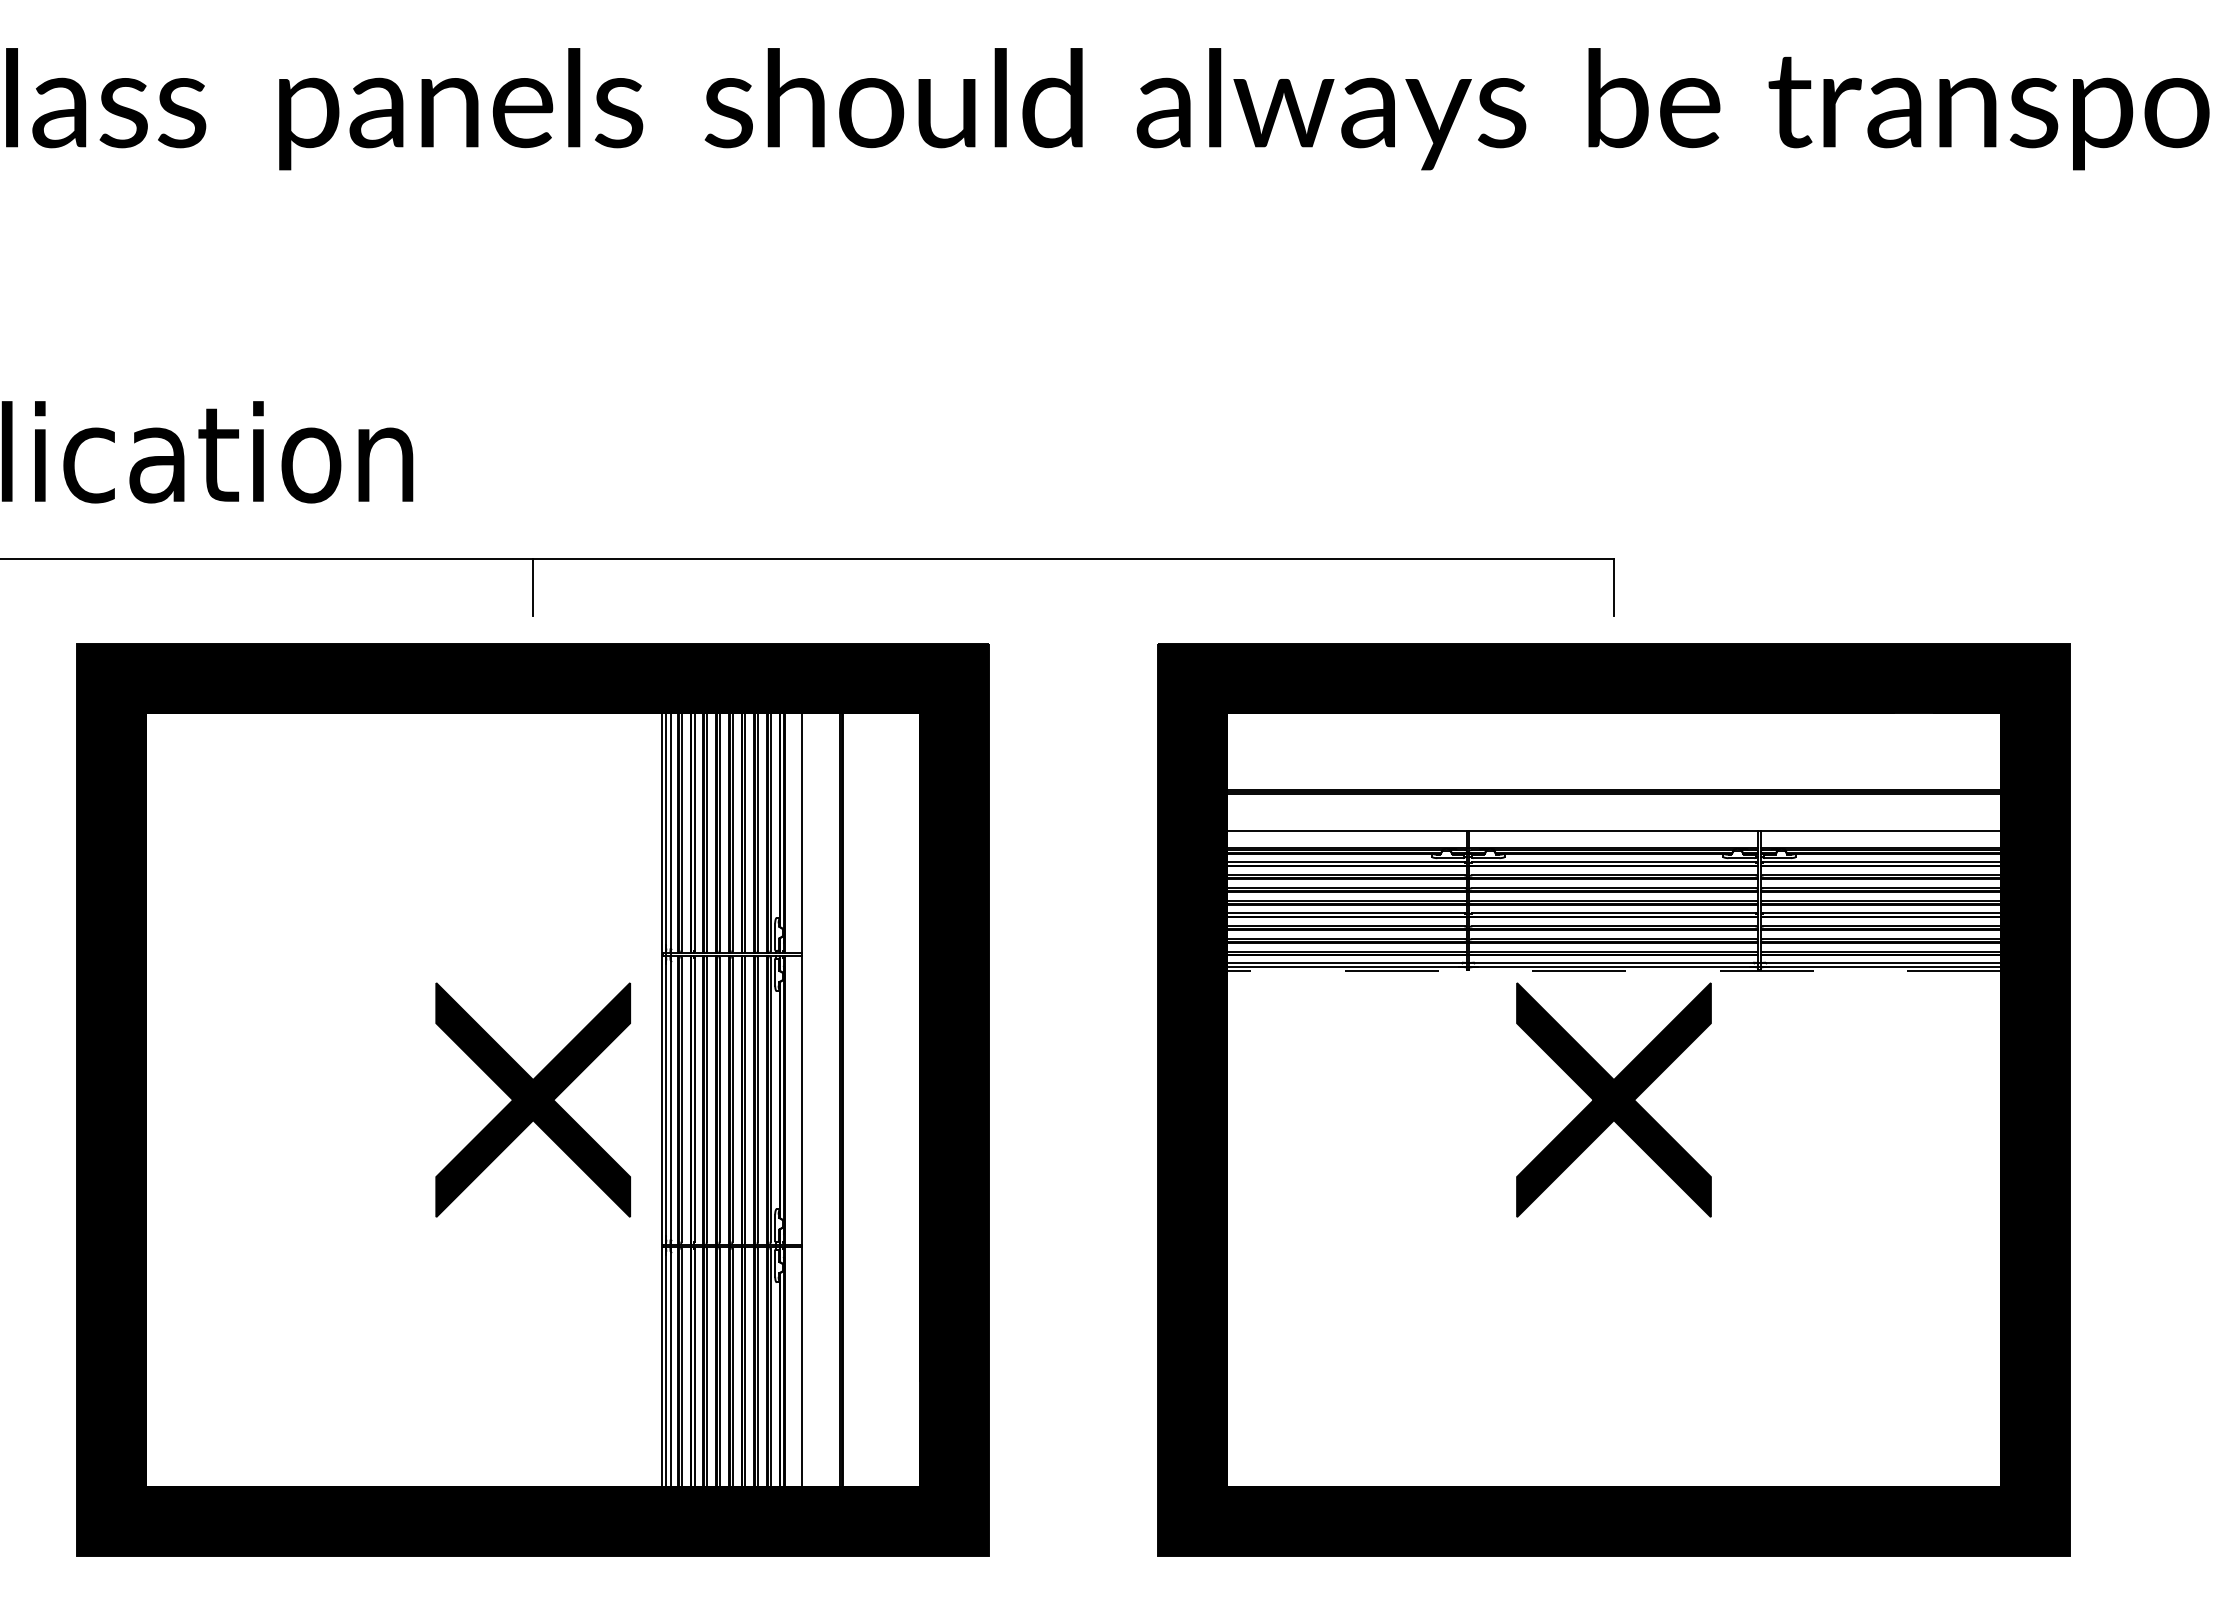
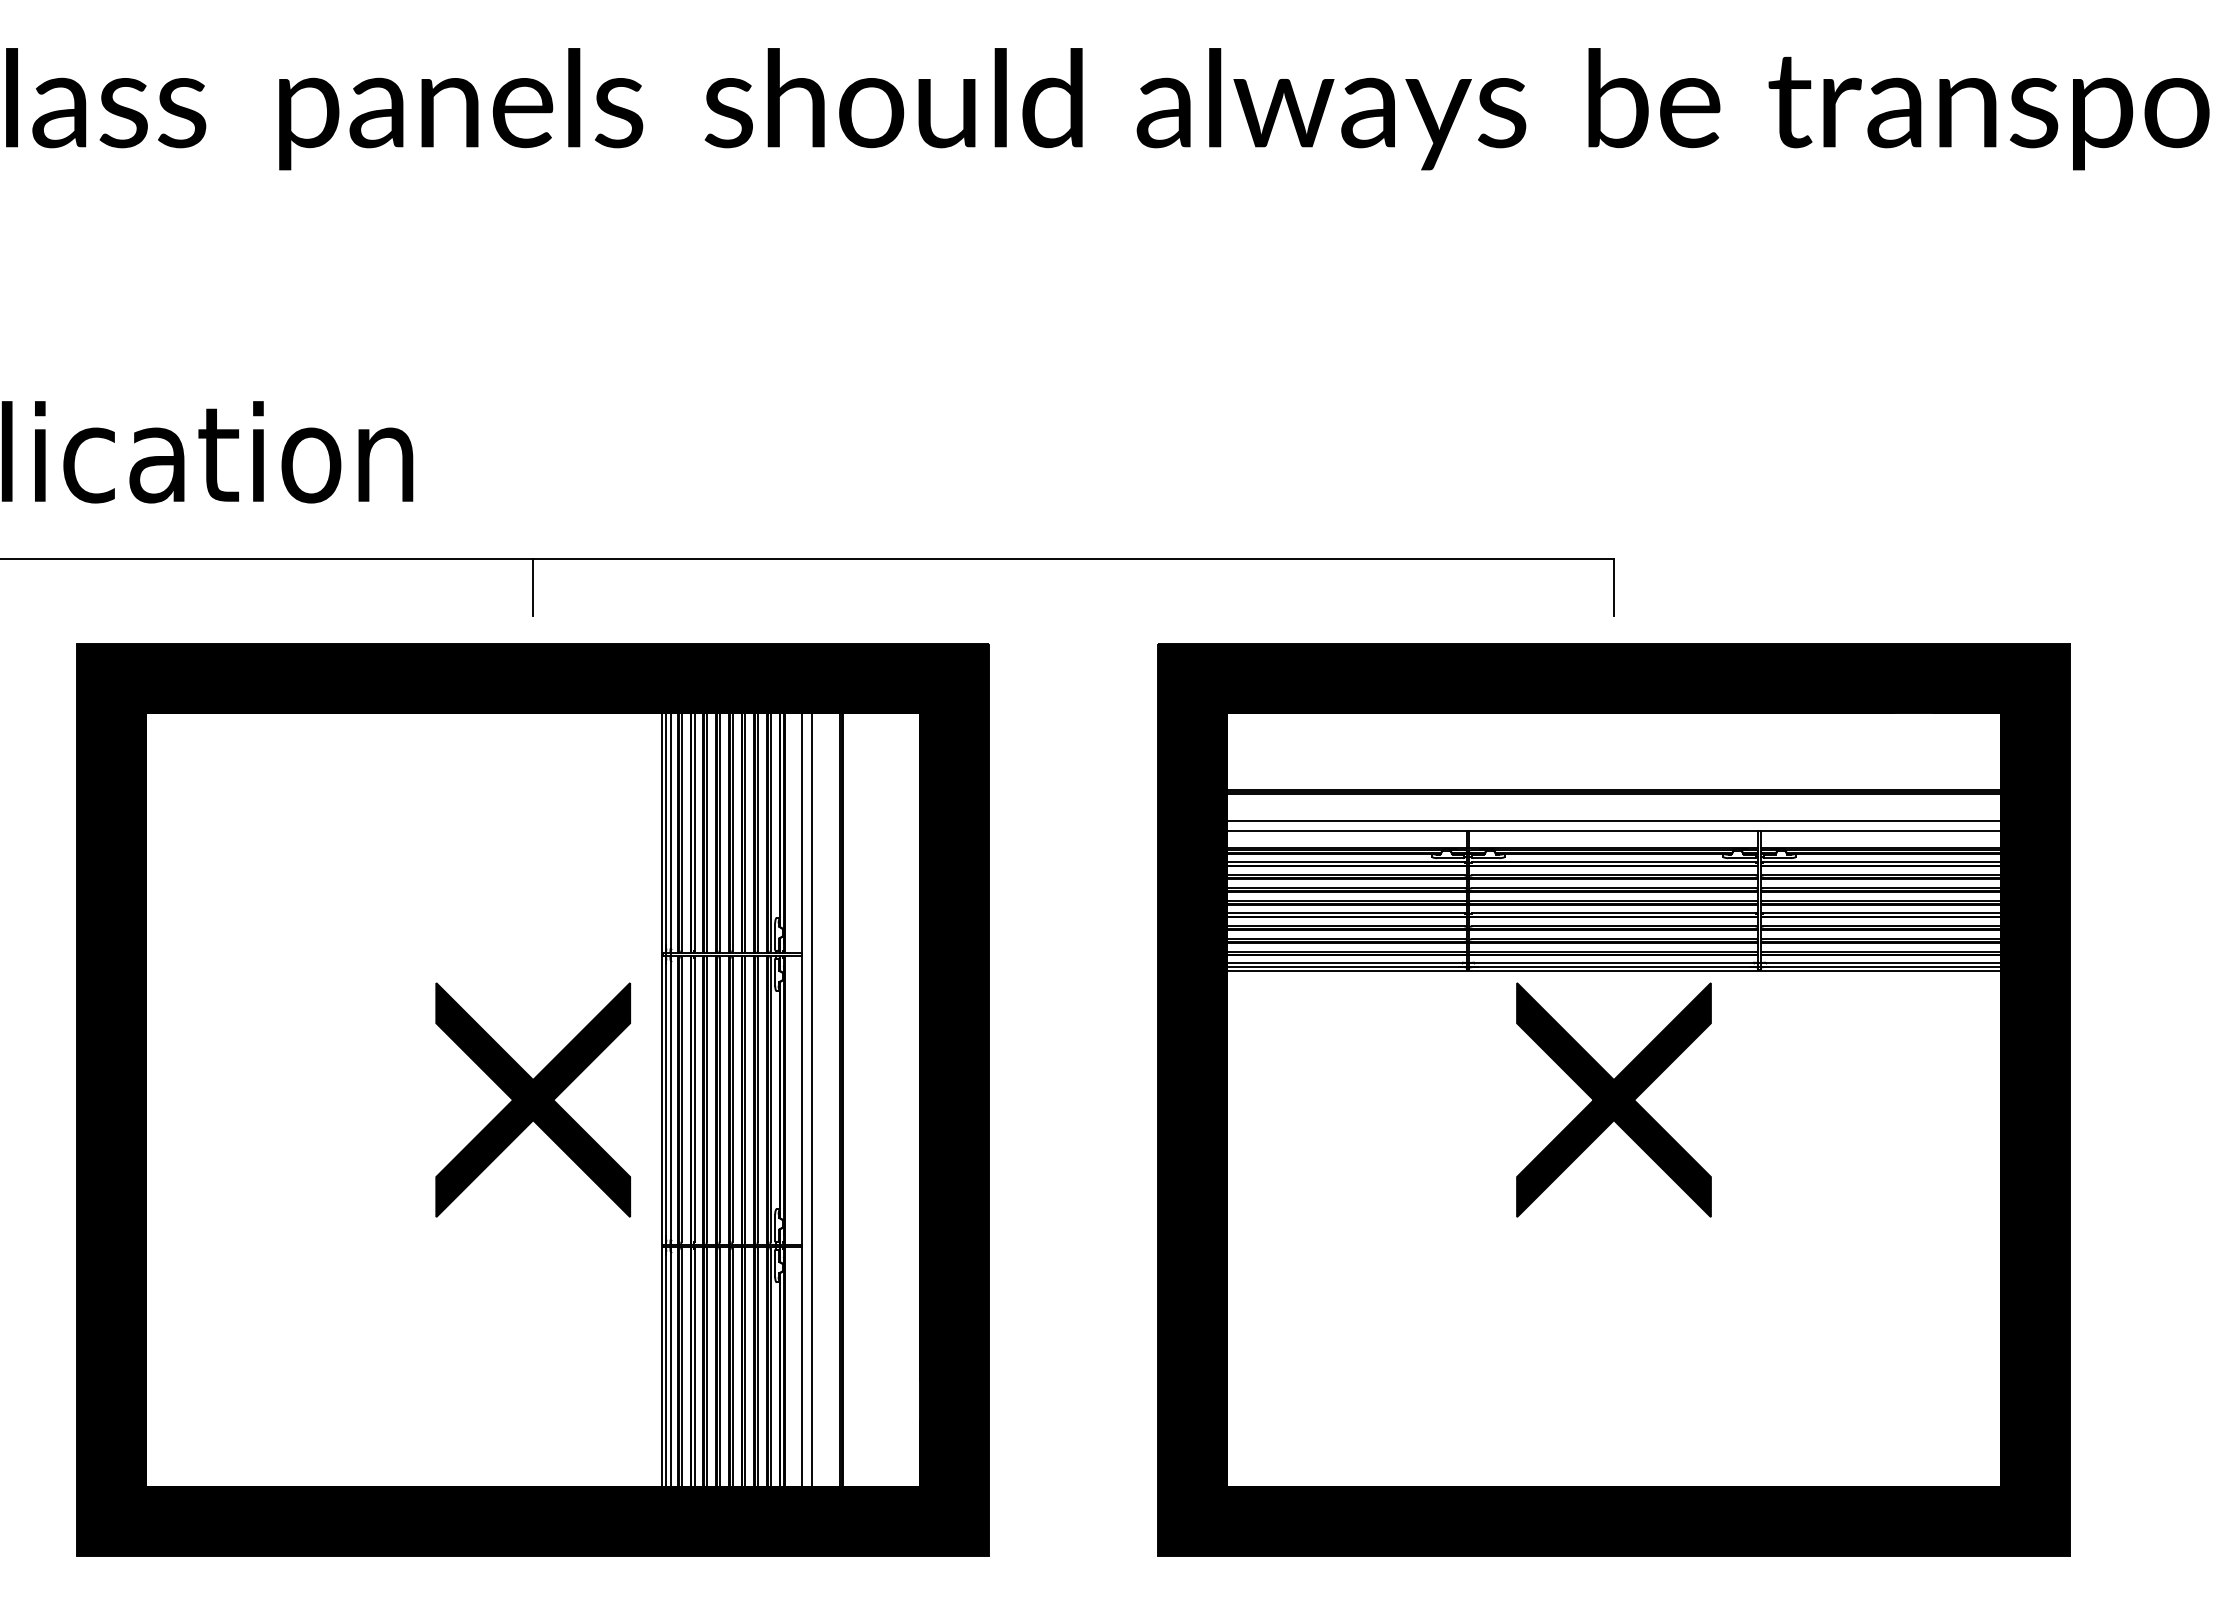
line at (1613, 821): none -> present
line at (1613, 971): dashed -> solid
line at (811, 1100): none -> present
